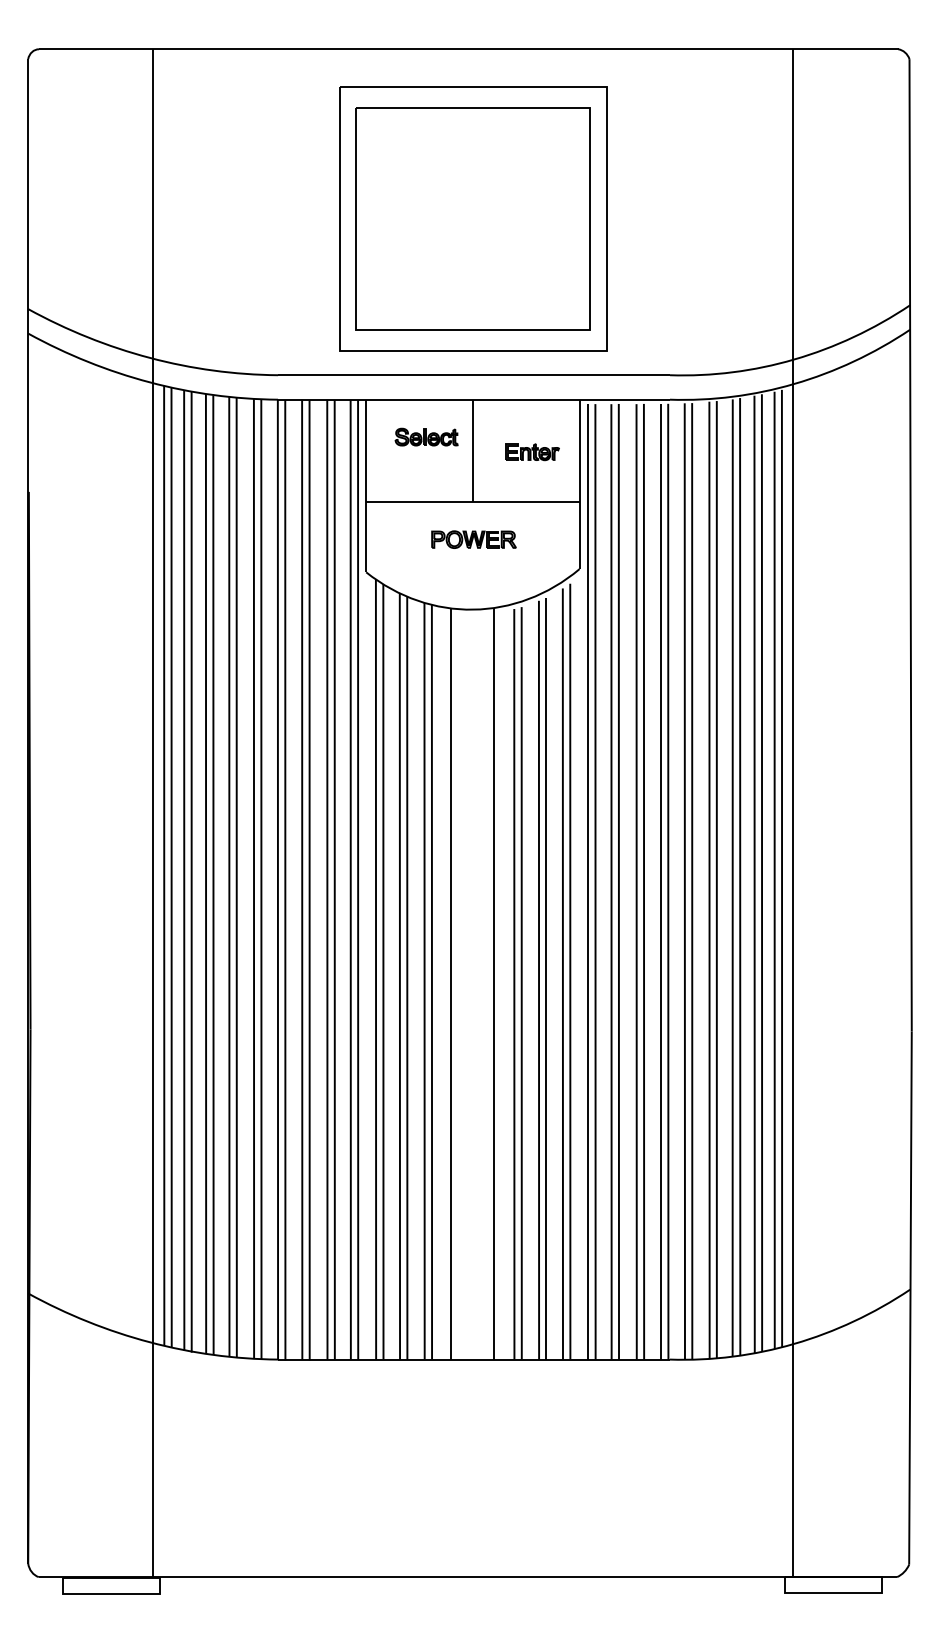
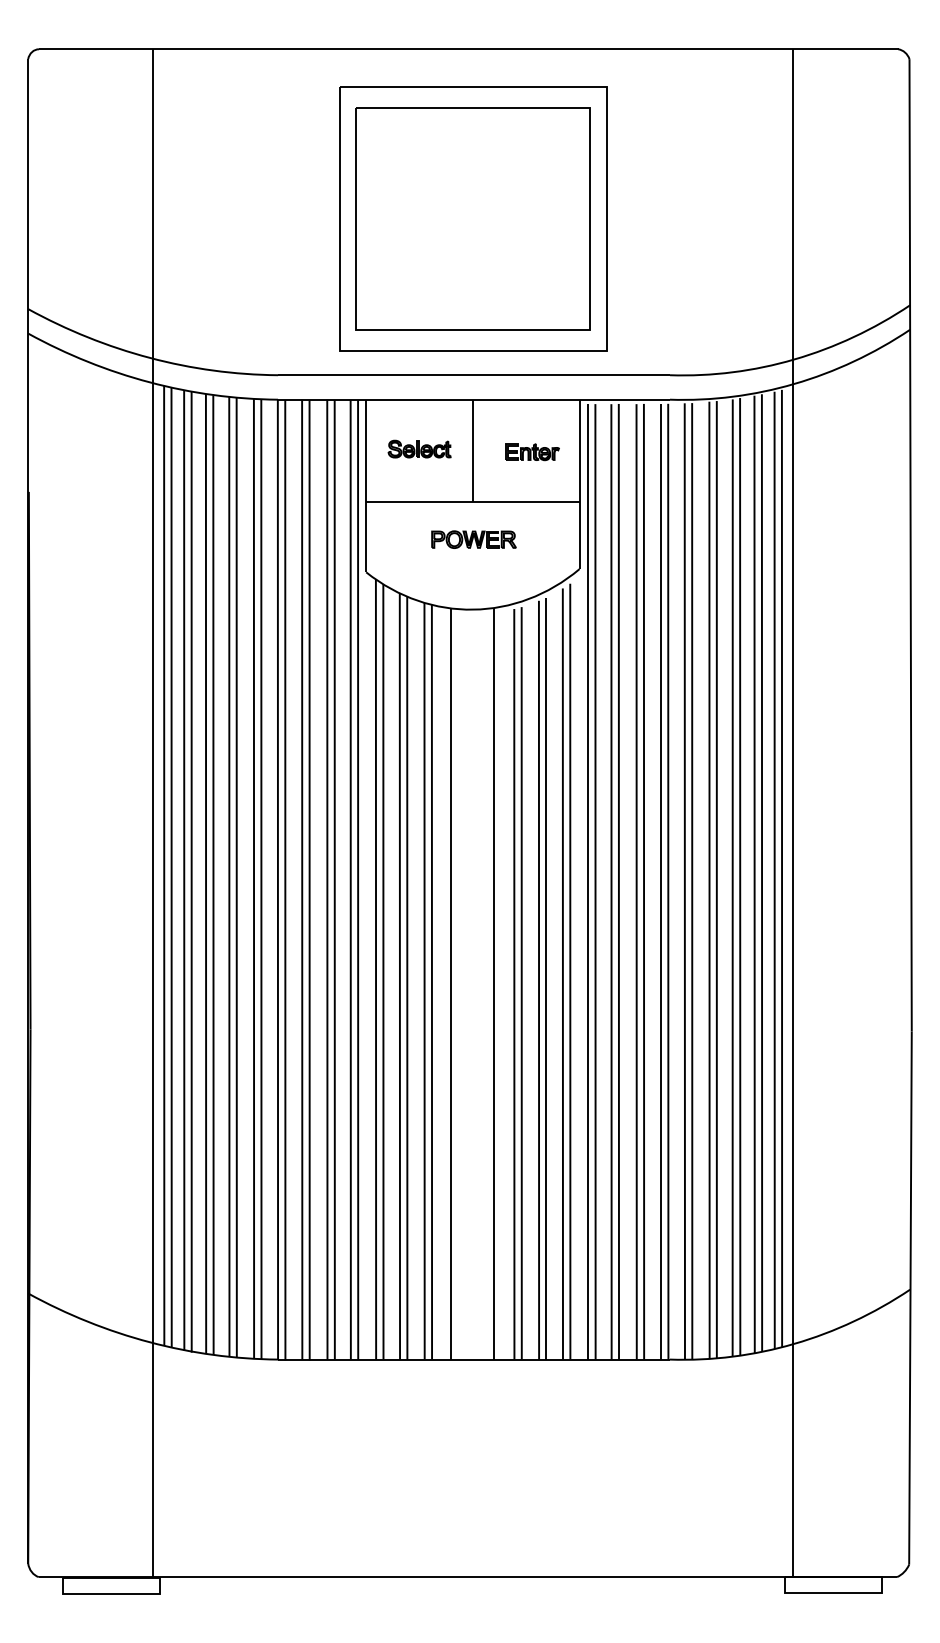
part at (426, 436) position: (426, 436) -> (419, 448)
